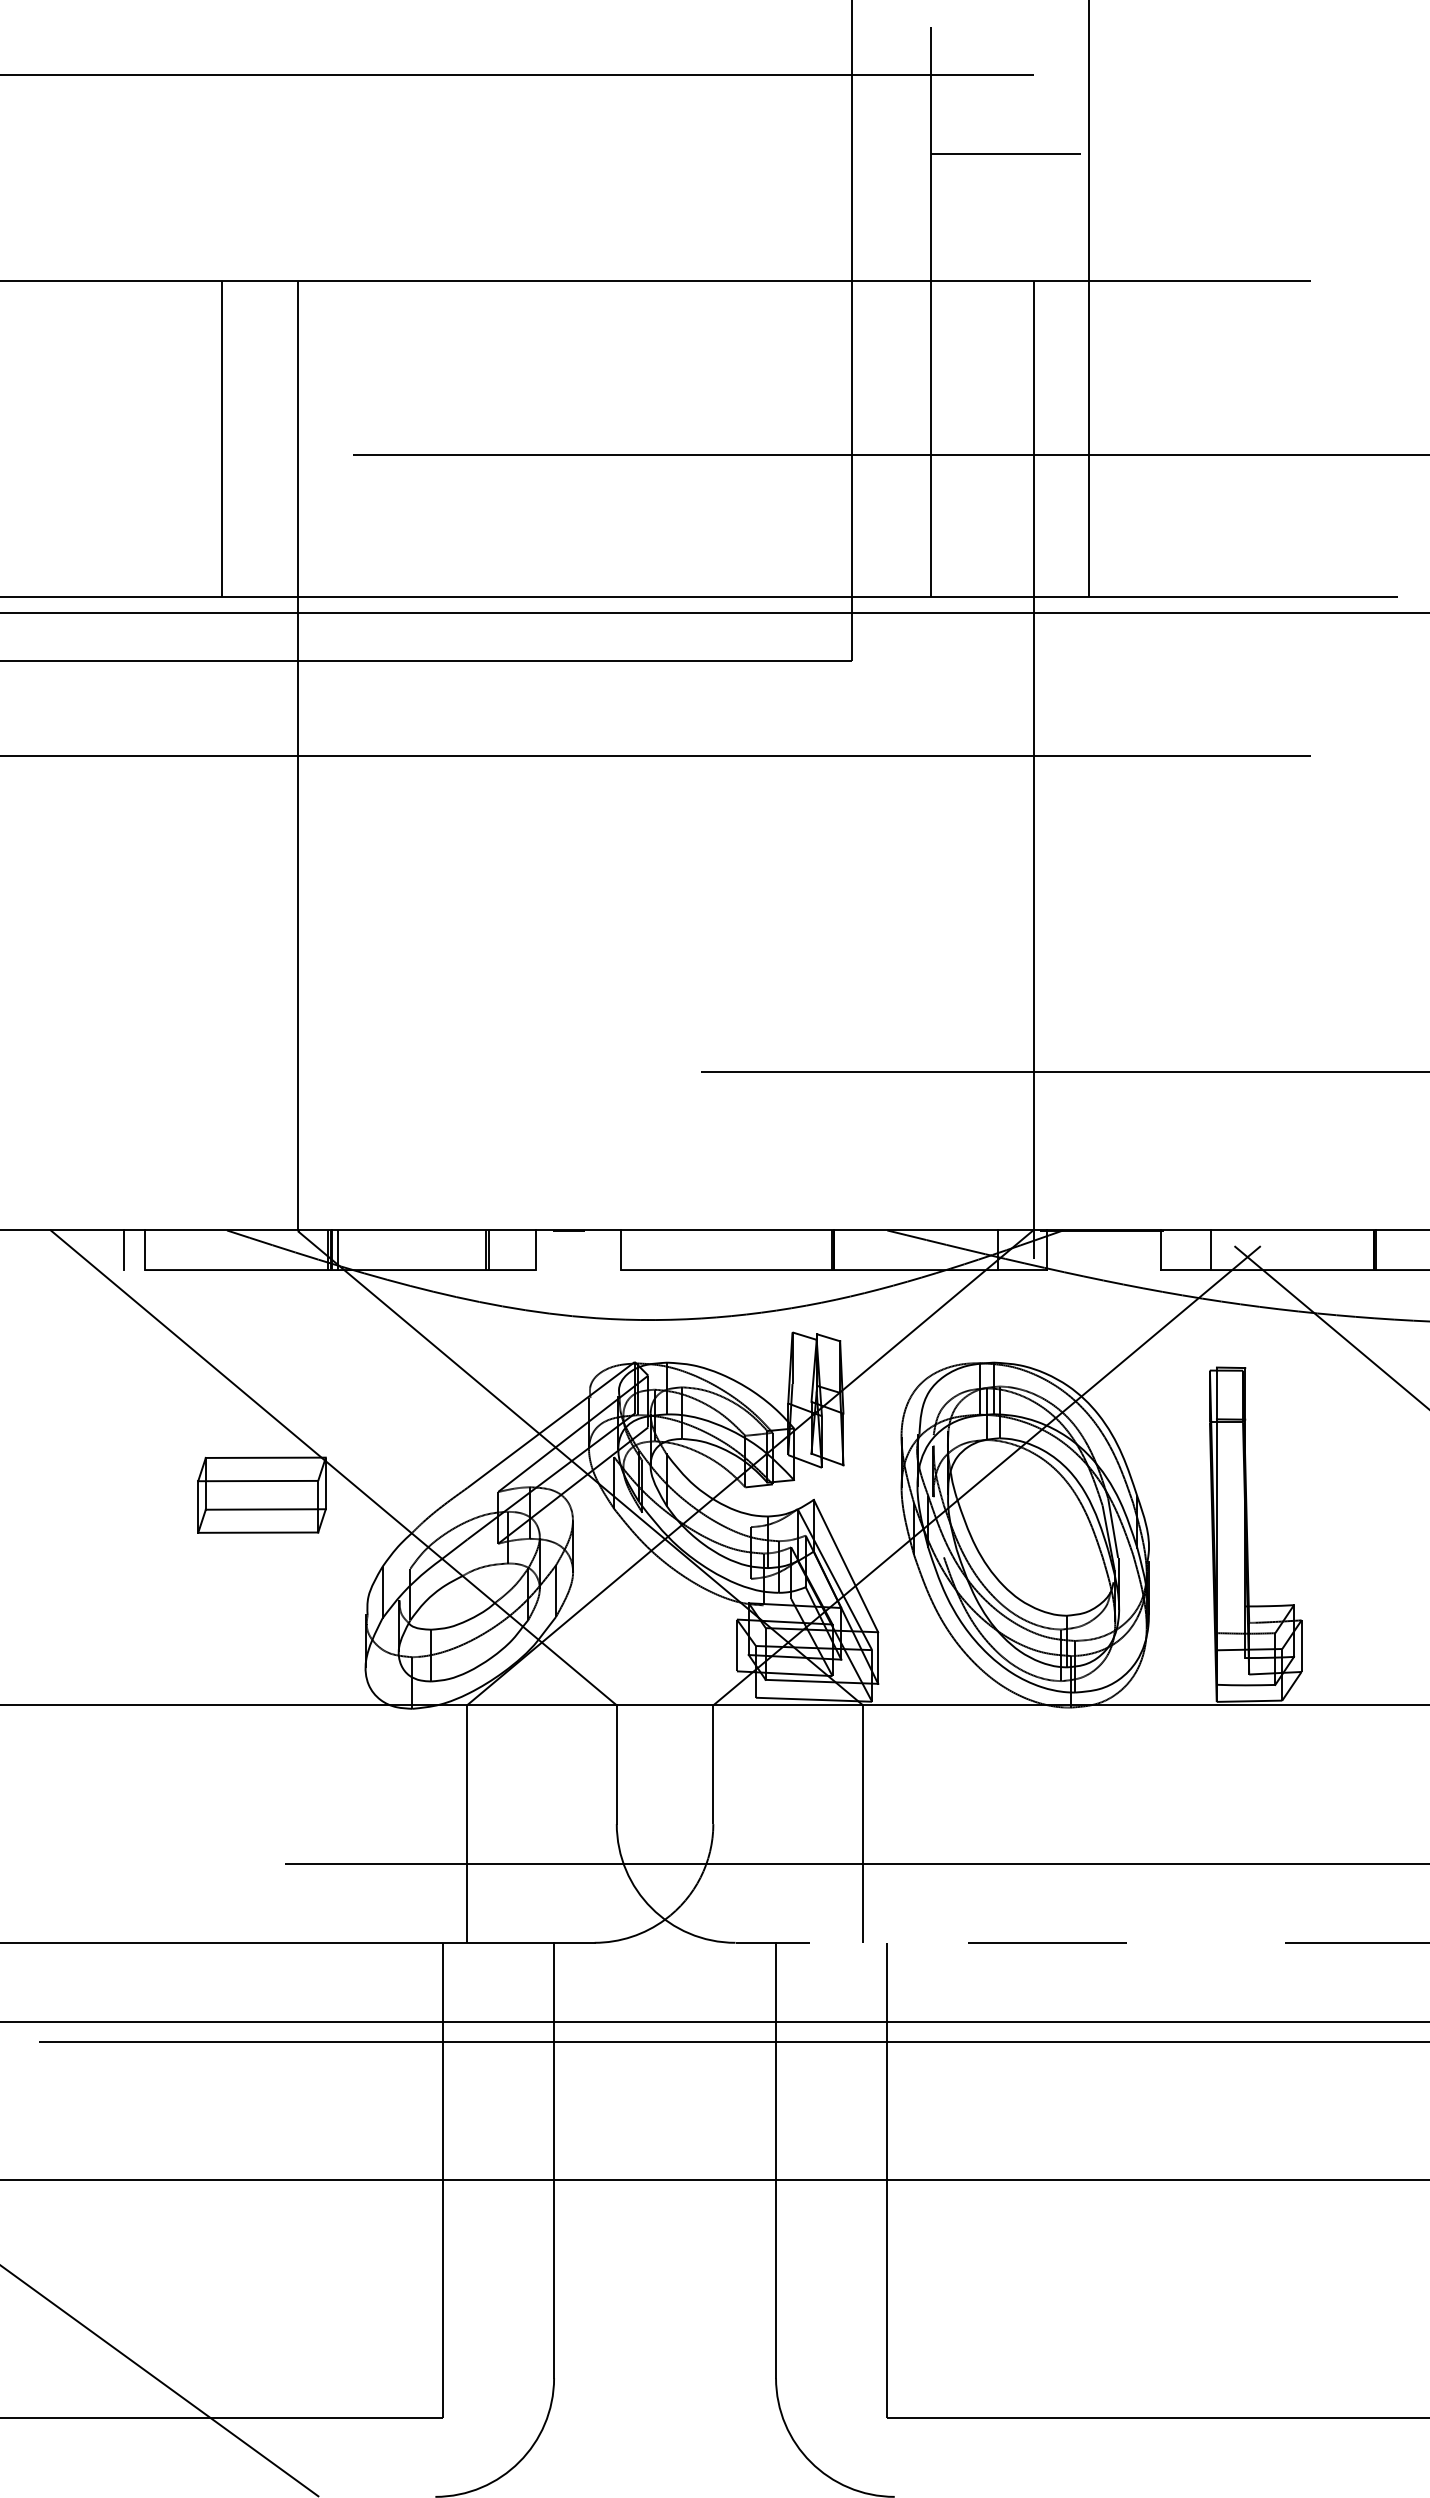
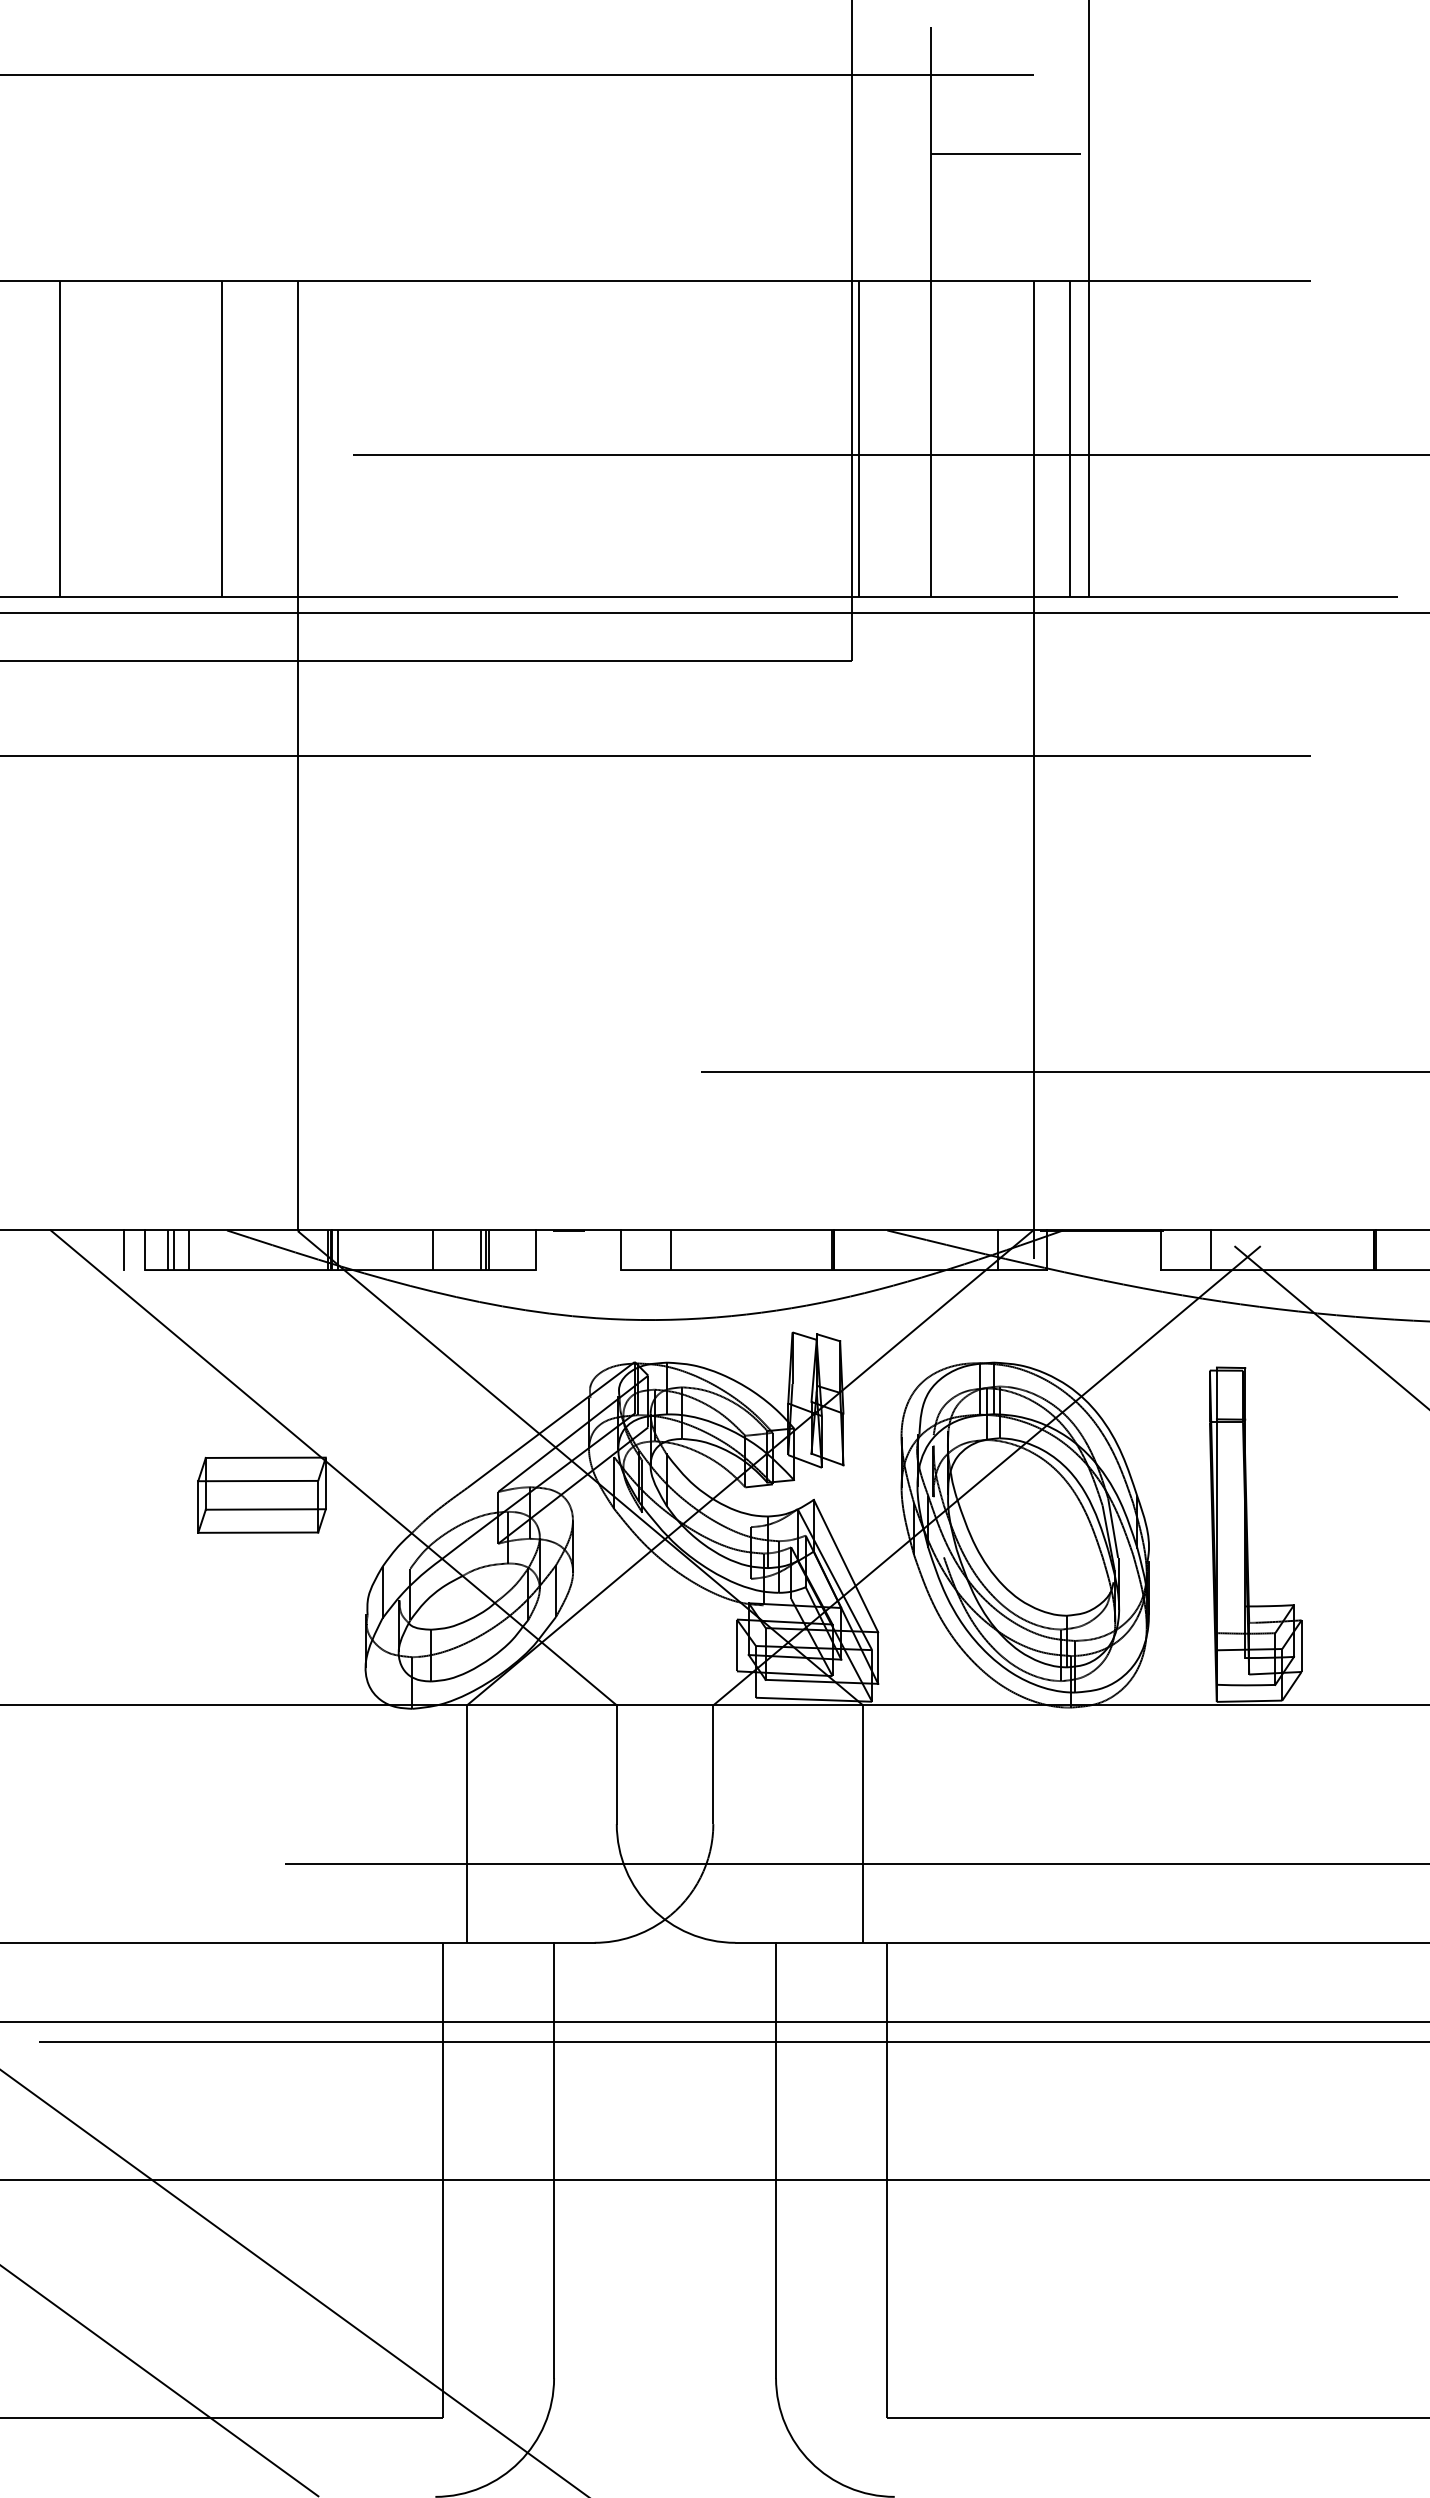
line at (60, 438): none -> present
line at (859, 438): none -> present
line at (1070, 438): none -> present
line at (167, 1250): none -> present
line at (173, 1250): none -> present
line at (189, 1250): none -> present
line at (432, 1250): none -> present
line at (480, 1250): none -> present
line at (670, 1250): none -> present
line at (1082, 1942): dashed -> solid
line at (293, 2282): none -> present
